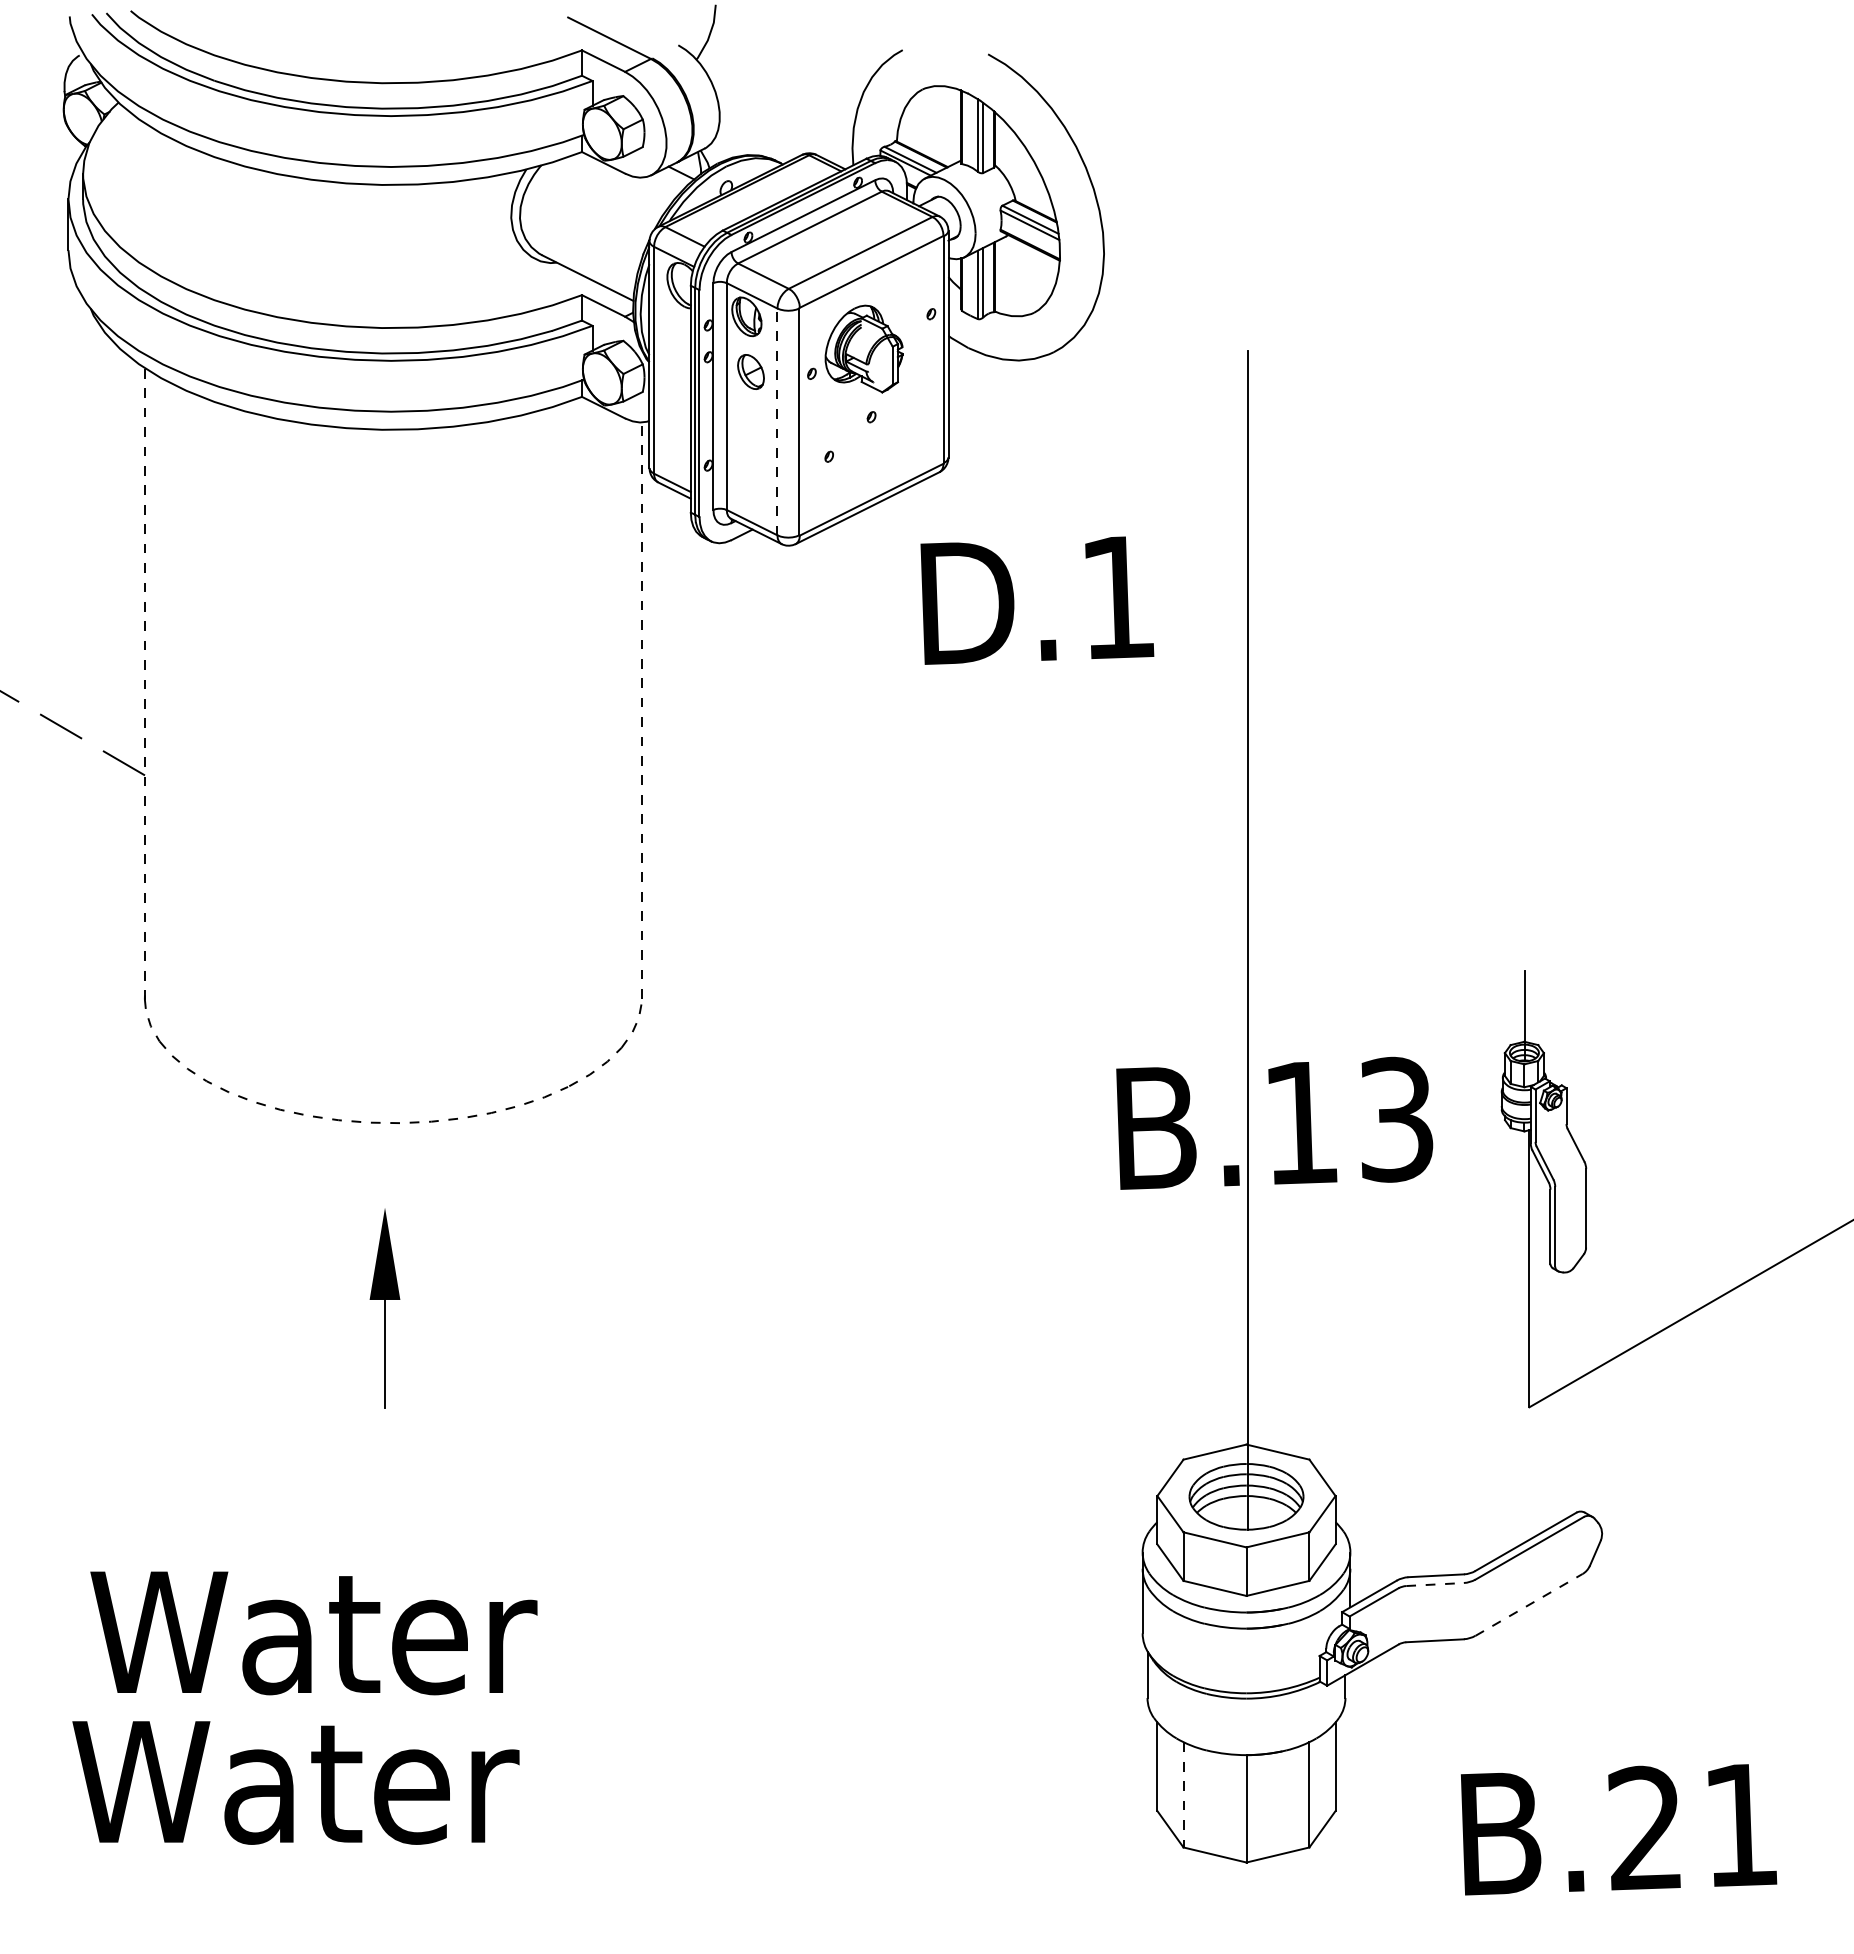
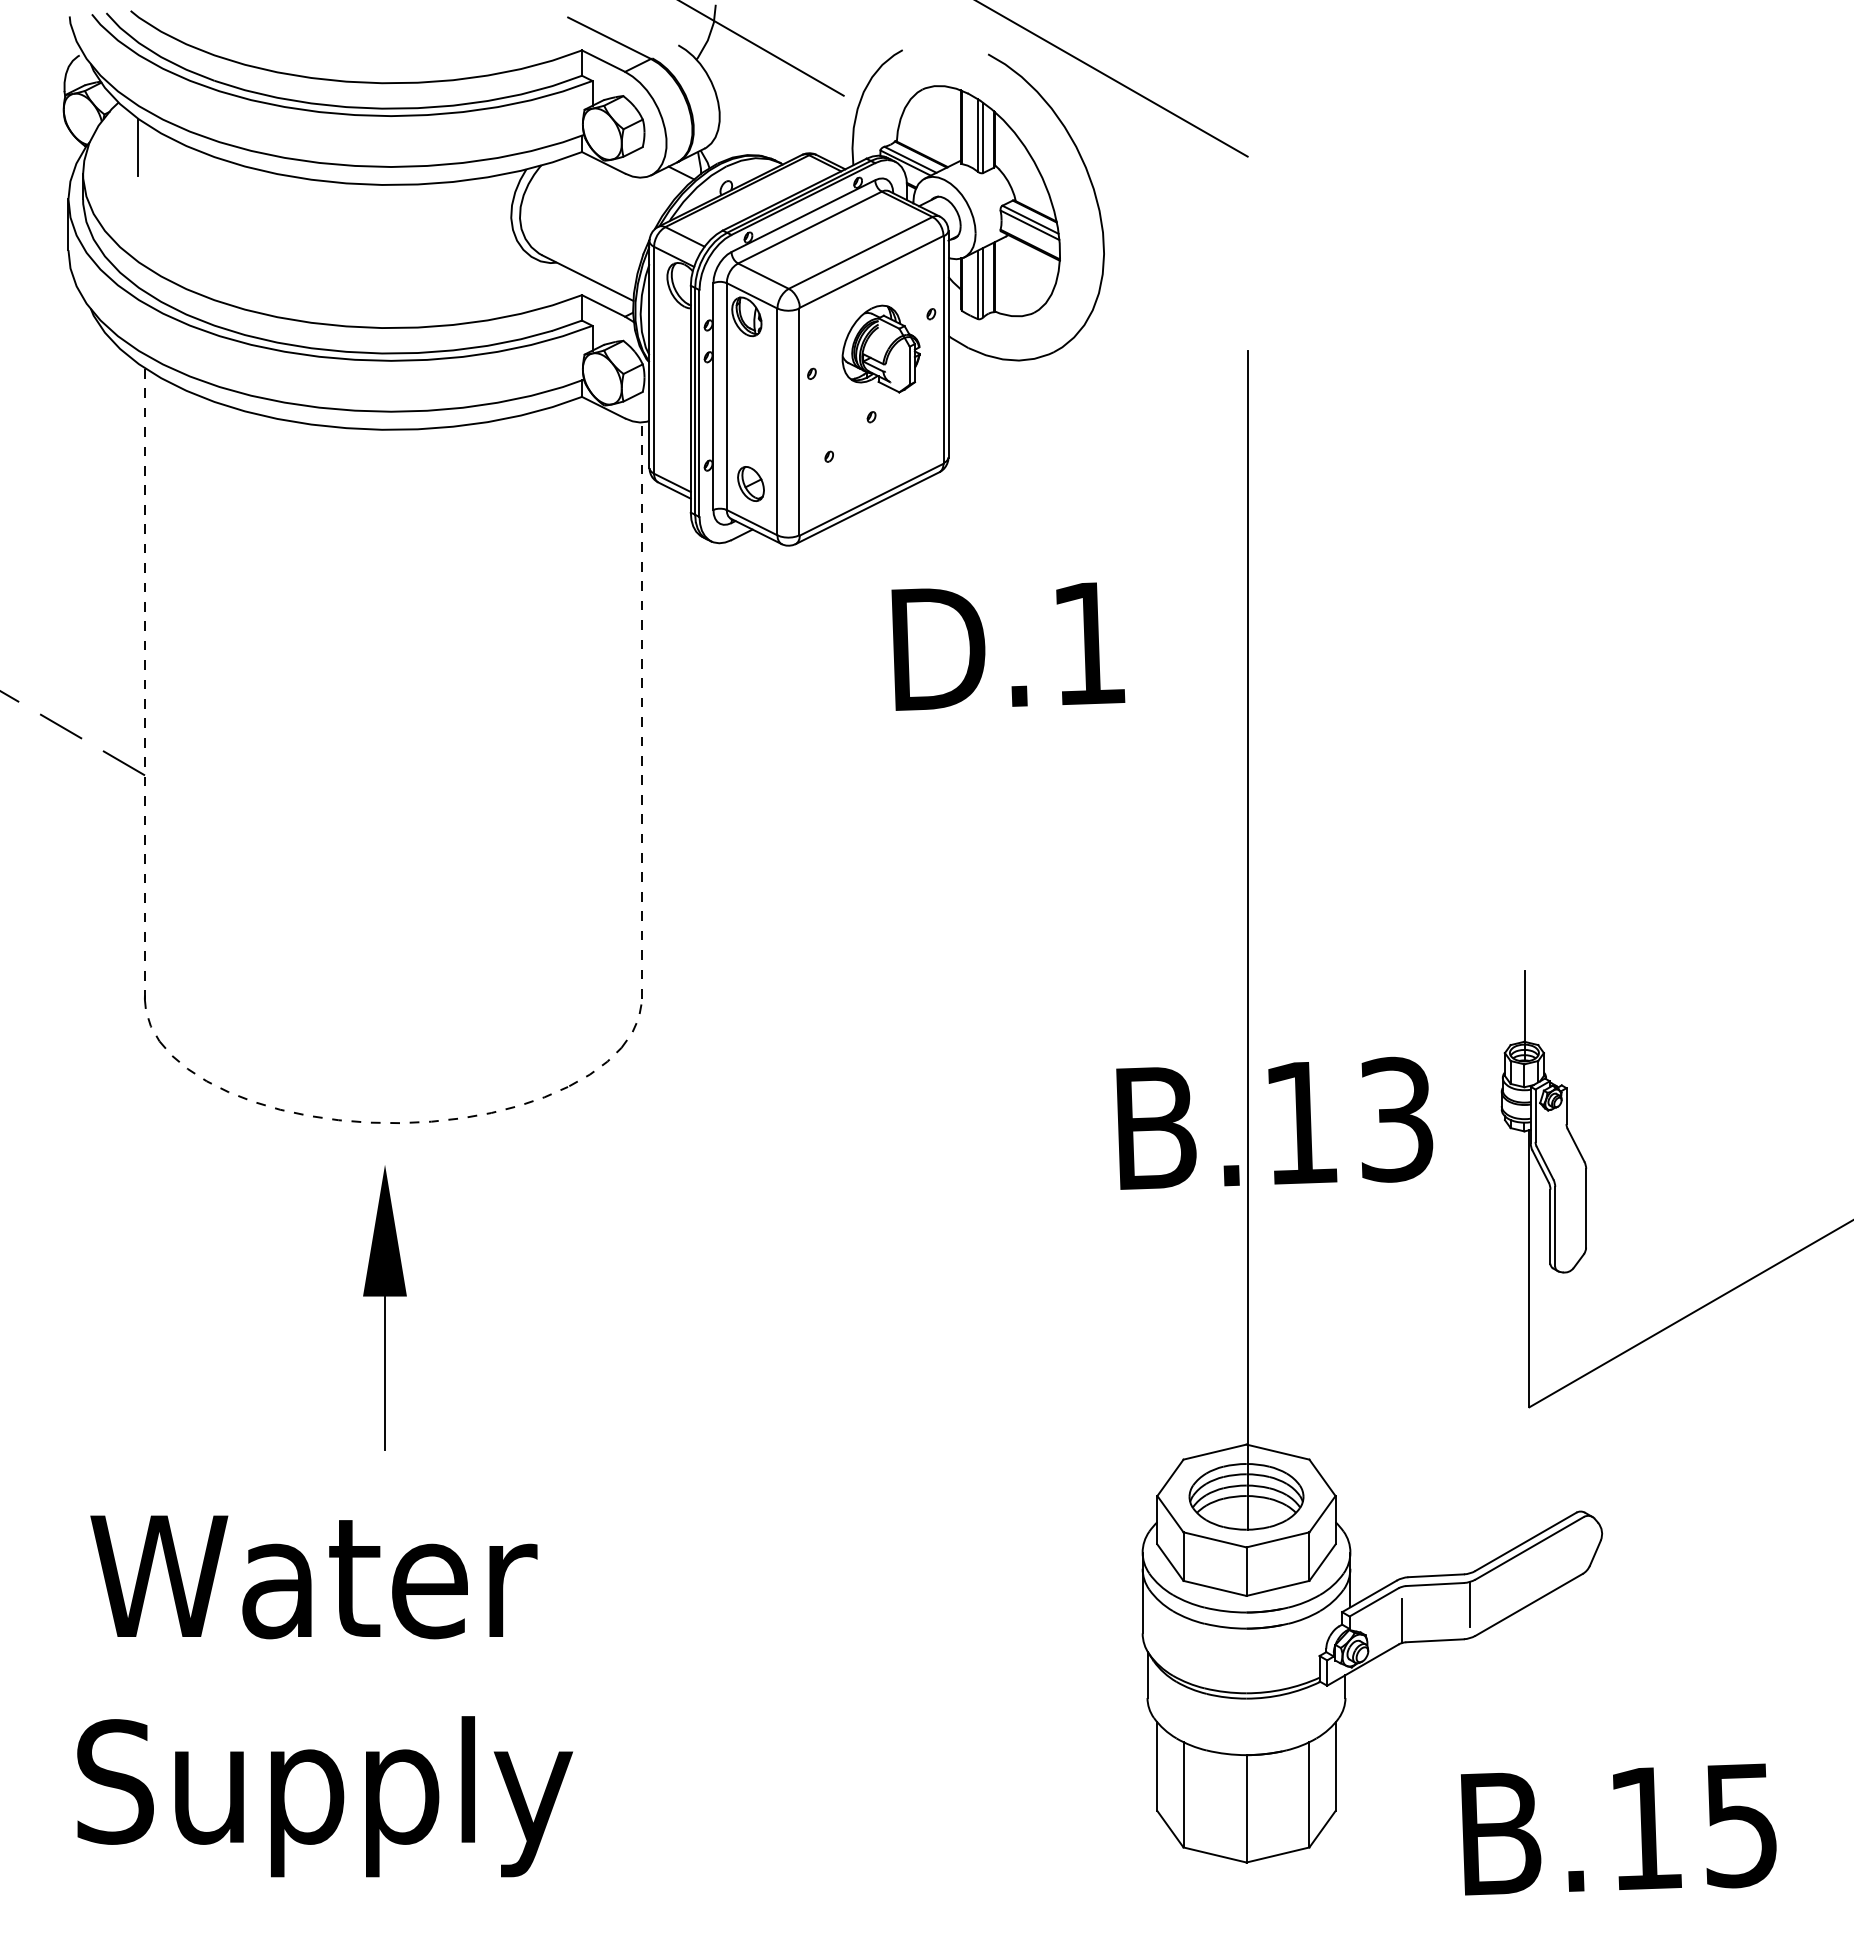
line at (762, 48): none -> present
line at (1112, 79): none -> present
line at (138, 146): none -> present
part at (863, 348) position: (863, 348) -> (880, 348)
part at (750, 371) position: (750, 371) -> (750, 483)
line at (777, 421): dashed -> solid
text at (1037, 600) position: (1037, 600) -> (1008, 646)
part at (384, 1308) size: 32x201 px -> 44x286 px
line at (1435, 1584): dashed -> solid
line at (1469, 1603): none -> present
line at (1529, 1604): dashed -> solid
line at (1402, 1620): none -> present
text at (313, 1633) position: (313, 1633) -> (313, 1577)
line at (1183, 1794): dashed -> solid
text at (322, 1796): Water -> Supply
text at (1692, 1826): B.21 -> B.15
